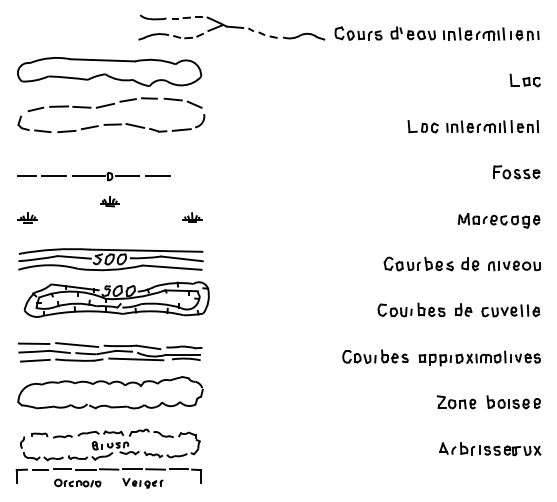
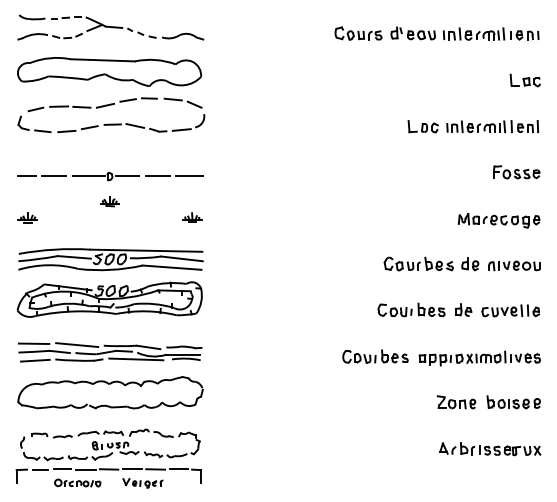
part at (231, 27) position: (231, 27) -> (110, 27)
line at (188, 176): none -> present
part at (116, 299) position: (116, 299) -> (109, 299)
